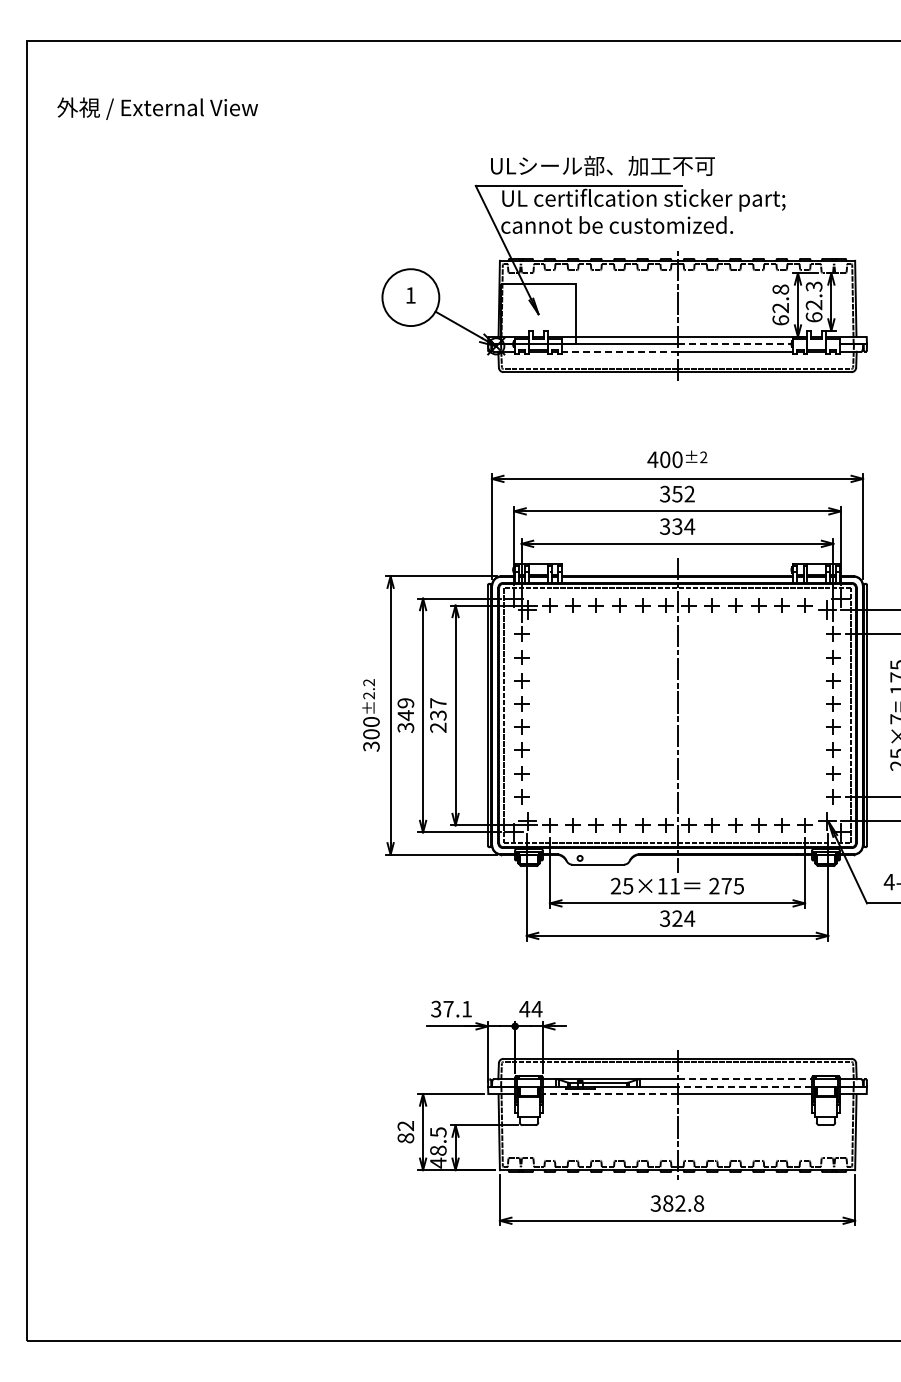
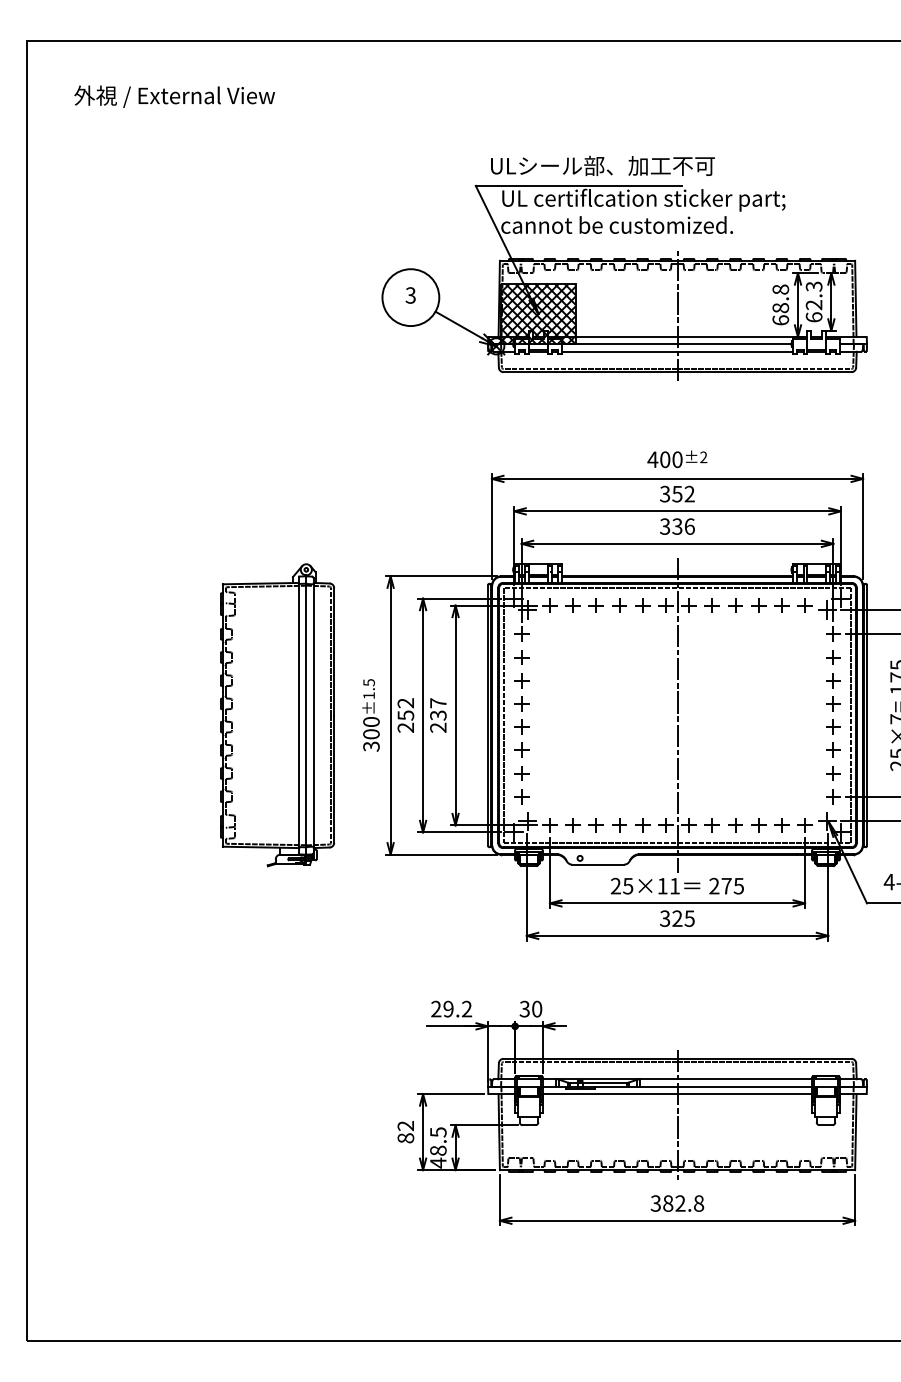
text at (157, 108) position: (157, 108) -> (174, 96)
text at (410, 295): 1 -> 3
text at (780, 308): 62.8 -> 68.8
hatch at (538, 314): none -> present
line at (734, 344): dashed -> solid
line at (619, 351): dashed -> solid
text at (689, 526): 334 -> 336
text at (368, 689): ±2.2 -> ±1.5
part at (277, 715): none -> present
text at (405, 715): 349 -> 252
text at (689, 918): 324 -> 325
text at (451, 1008): 37.1 -> 29.2
text at (530, 1008): 44 -> 30
line at (745, 1079): dashed -> solid
line at (744, 1086): dashed -> solid
line at (609, 1094): dashed -> solid
